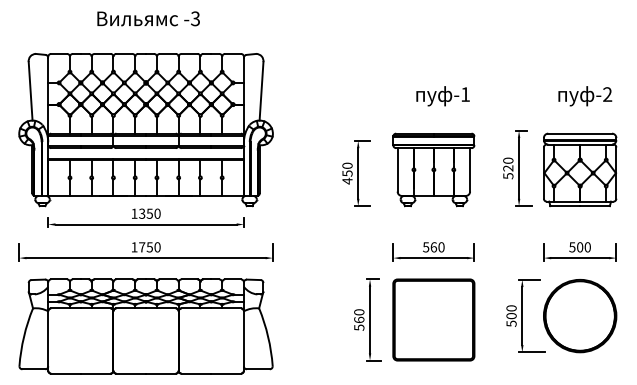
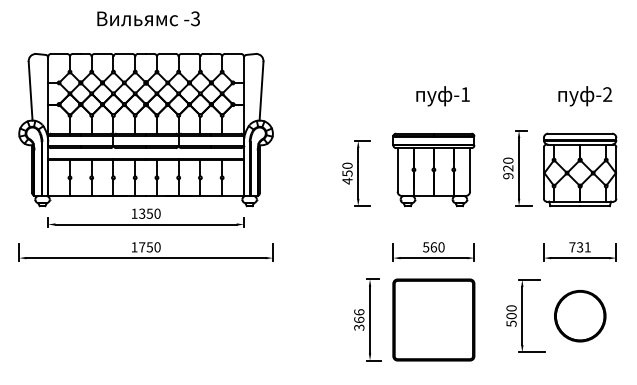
text at (508, 176): 520 -> 920
text at (579, 247): 500 -> 731
part at (580, 316) size: 75x75 px -> 53x53 px
text at (359, 319): 560 -> 366
part at (145, 326): present -> none
